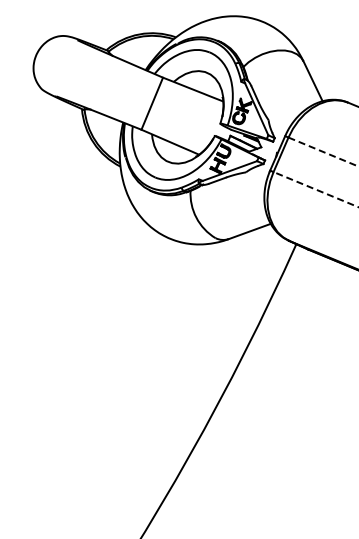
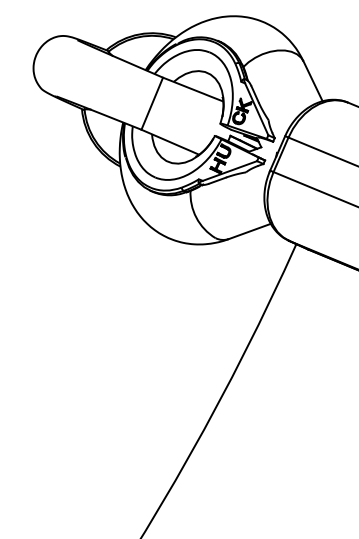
line at (323, 152): dashed -> solid
line at (316, 189): dashed -> solid
